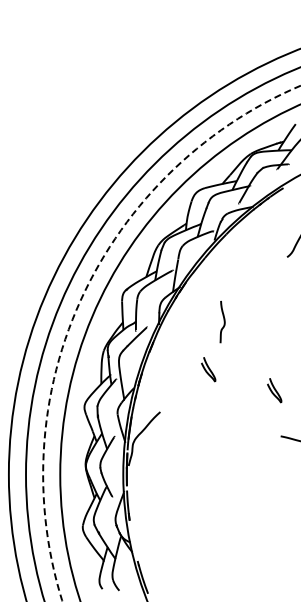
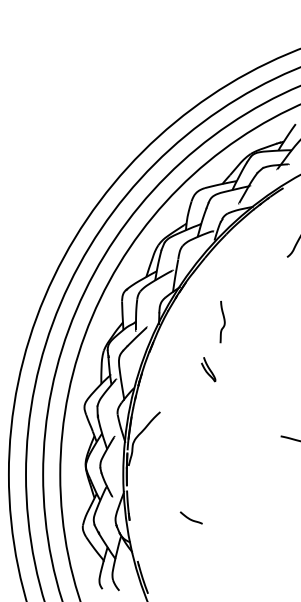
circle at (171, 343): dashed -> solid
part at (274, 390): present -> none
curve at (189, 517): none -> present
